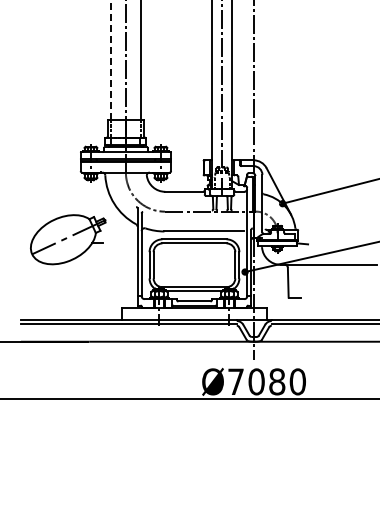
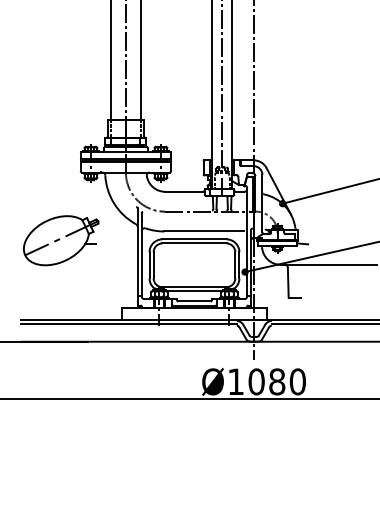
line at (111, 59): dashed -> solid
part at (68, 239) position: (68, 239) -> (61, 240)
text at (235, 381): Ø7080 -> Ø1080
